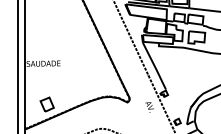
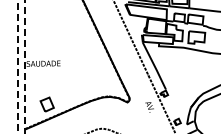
line at (18, 66): solid -> dashed
line at (25, 66): solid -> dashed
